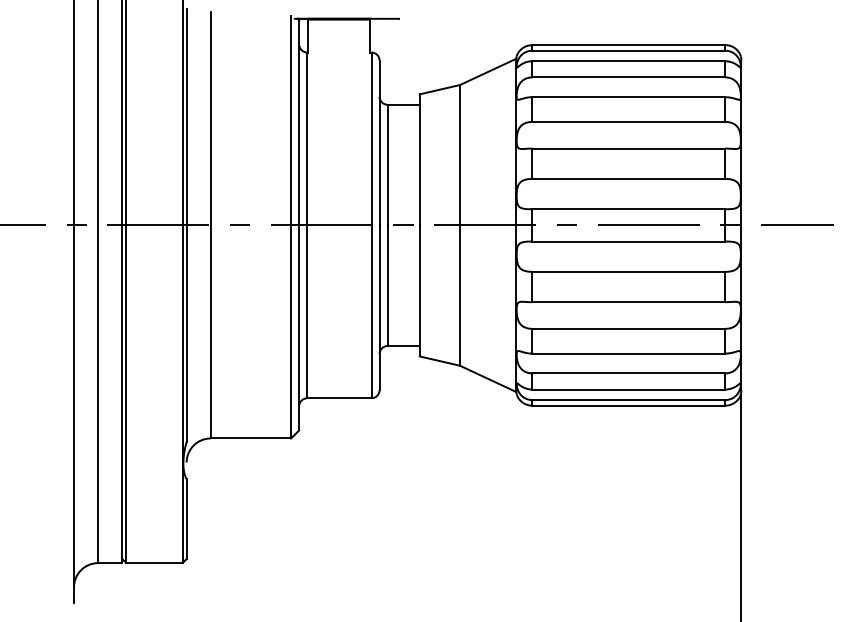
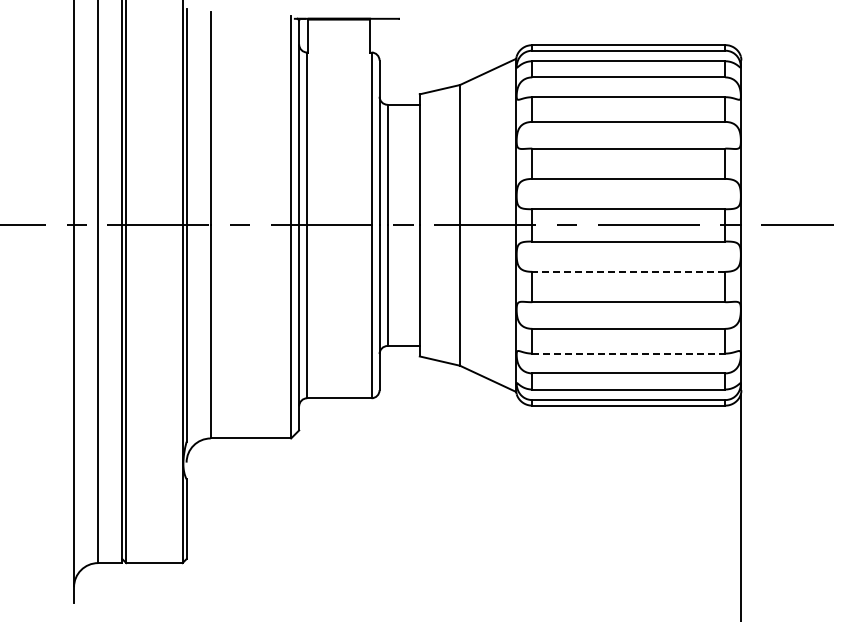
line at (628, 271): solid -> dashed
line at (628, 353): solid -> dashed
